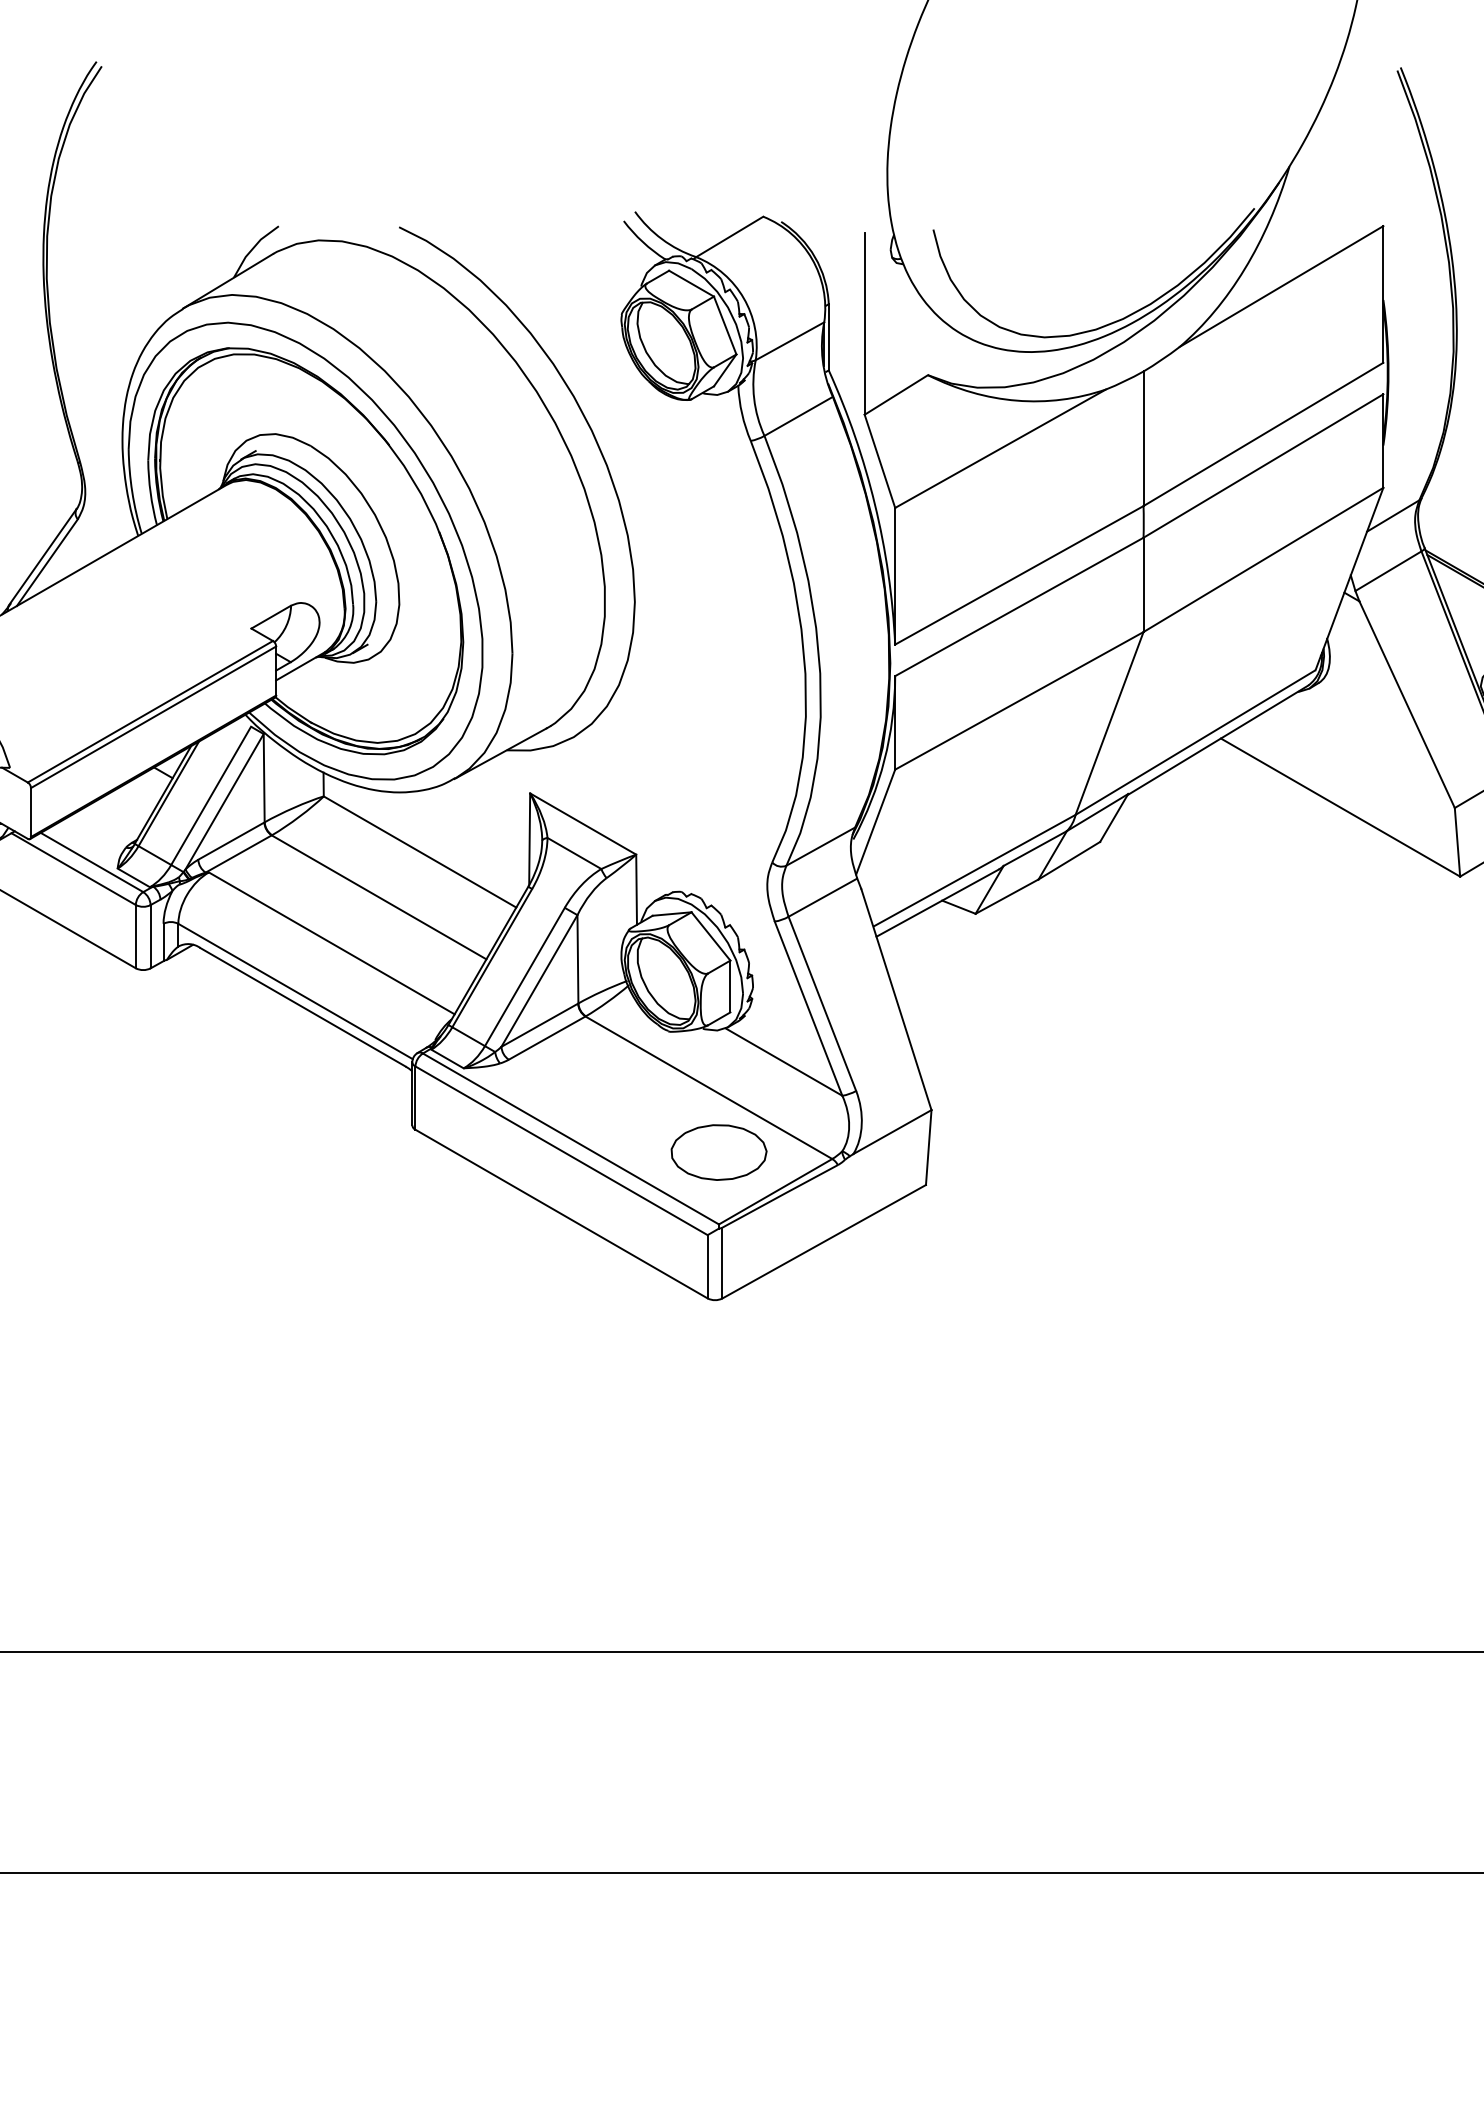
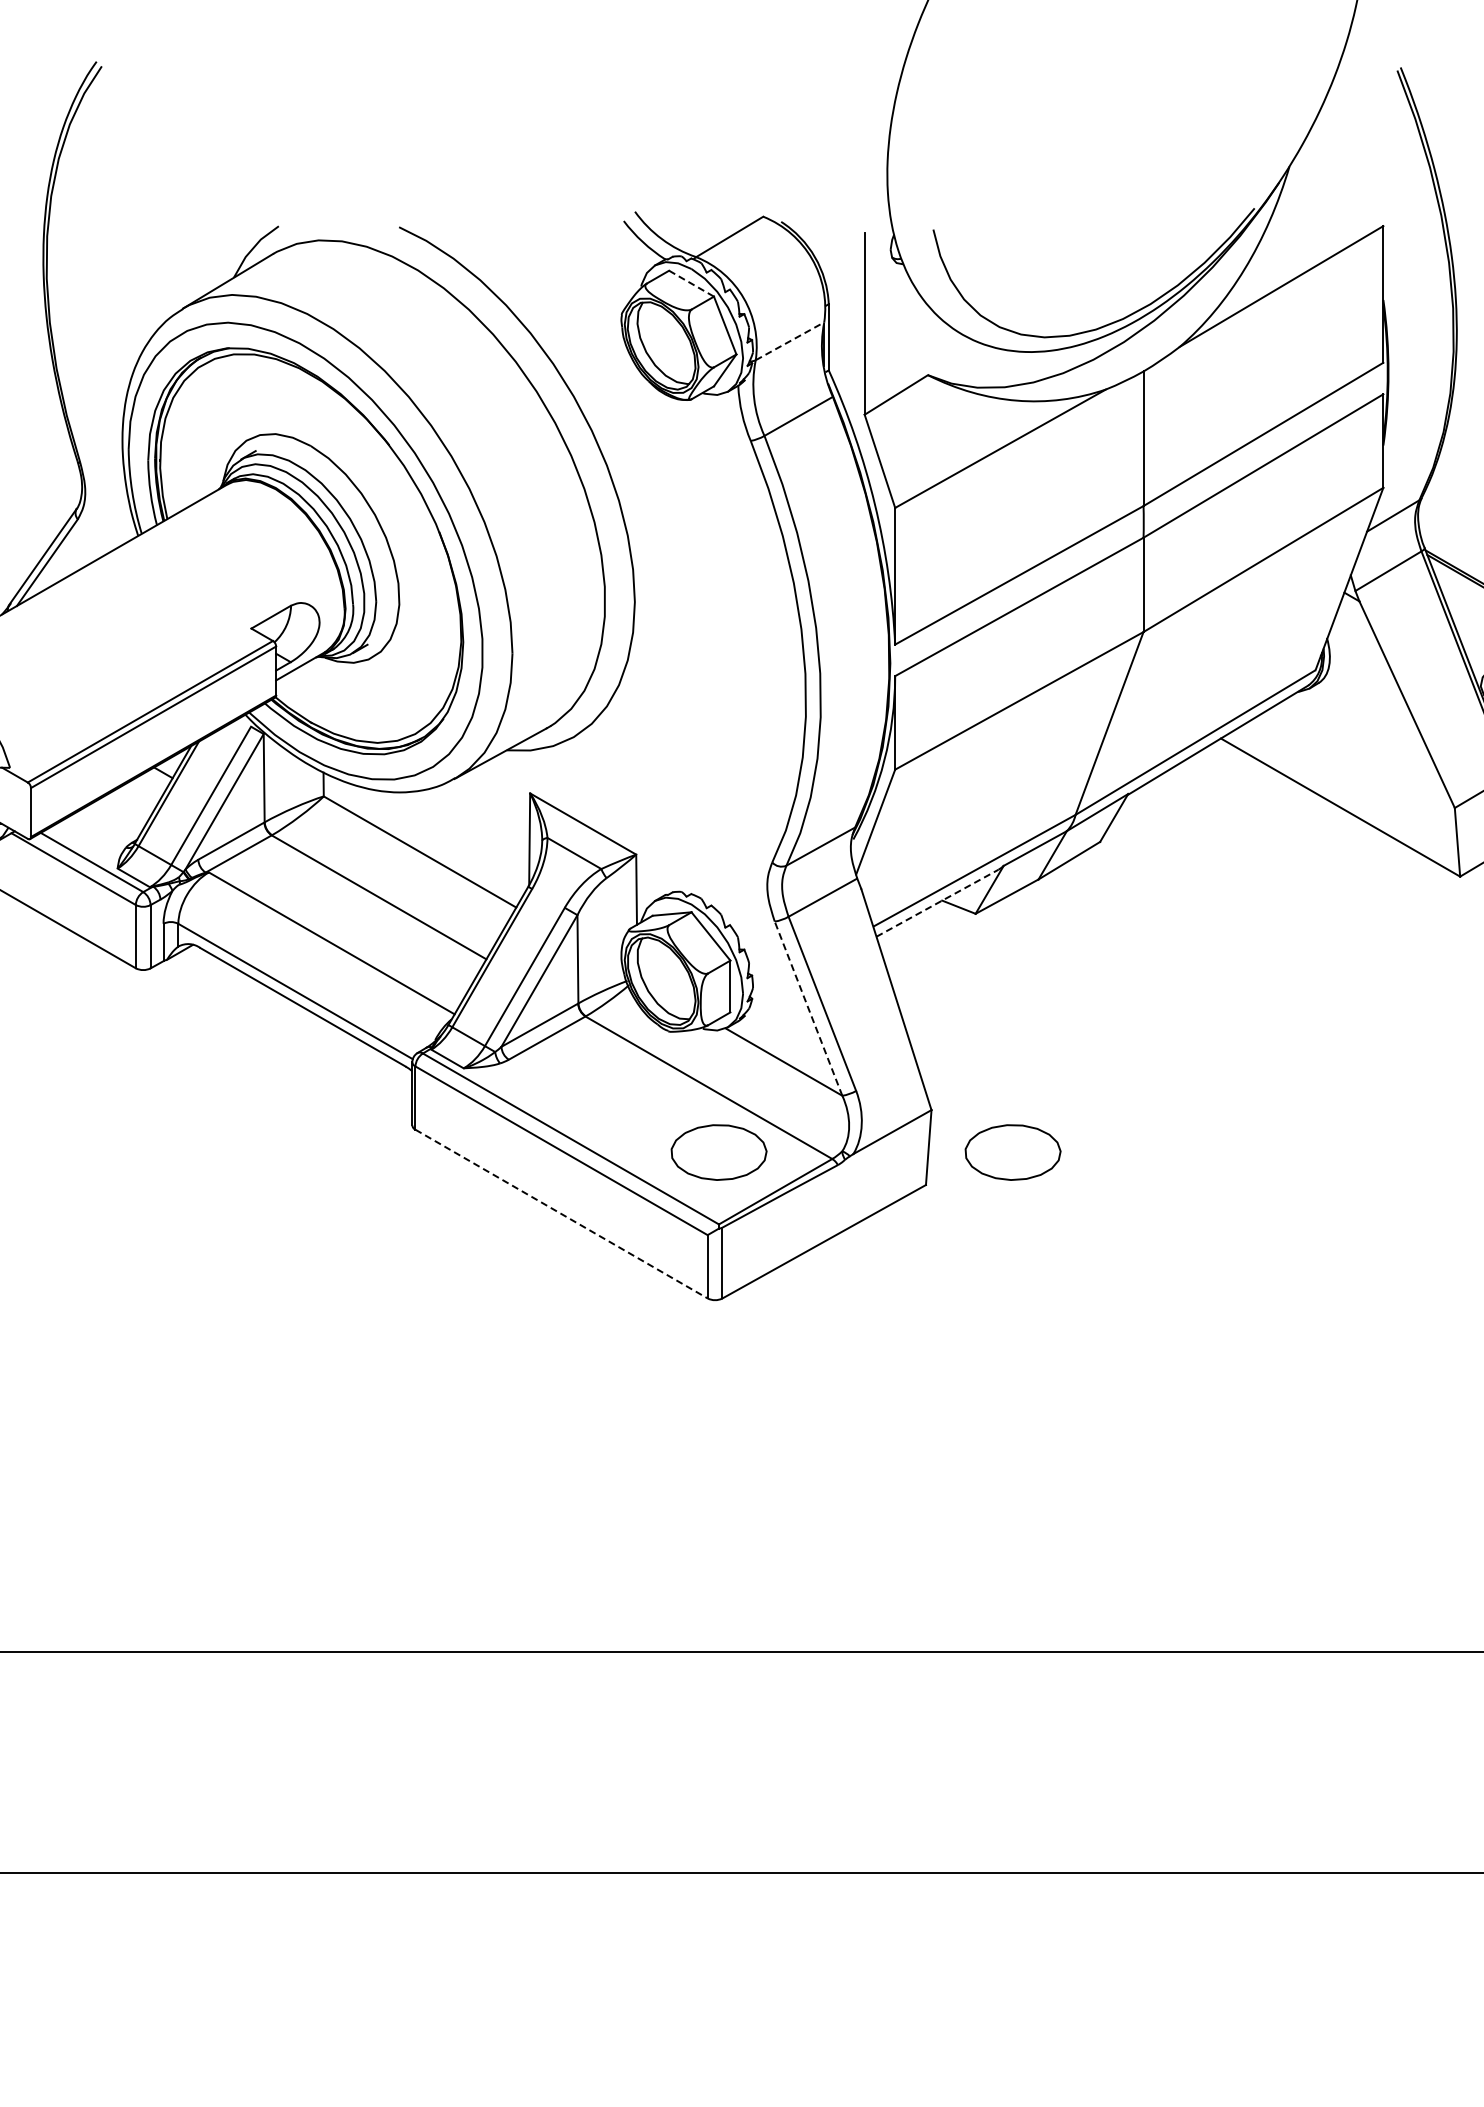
line at (691, 283): solid -> dashed
line at (790, 341): solid -> dashed
line at (937, 903): solid -> dashed
line at (808, 1008): solid -> dashed
part at (1012, 1152): none -> present
line at (561, 1214): solid -> dashed
